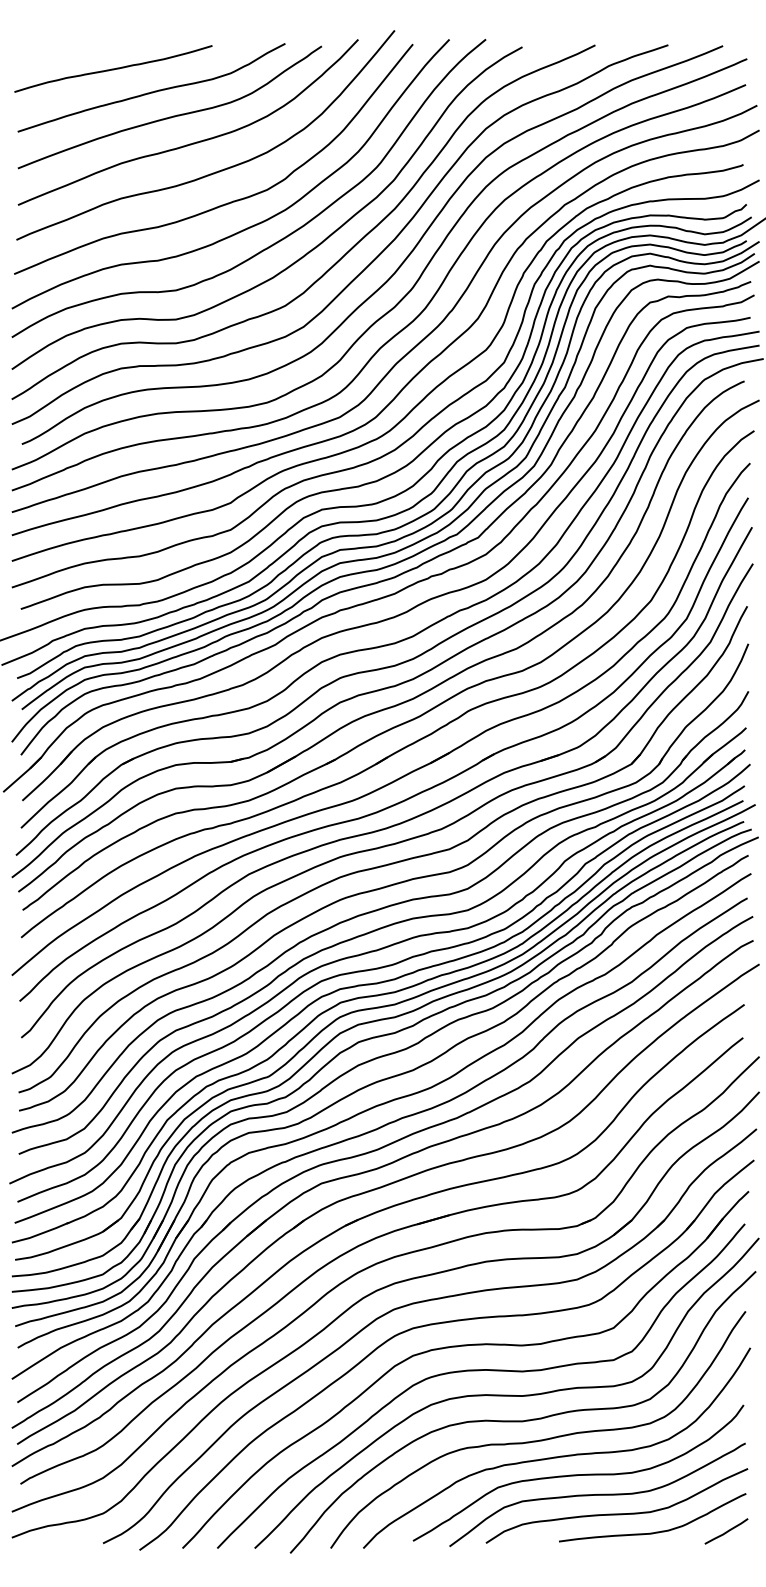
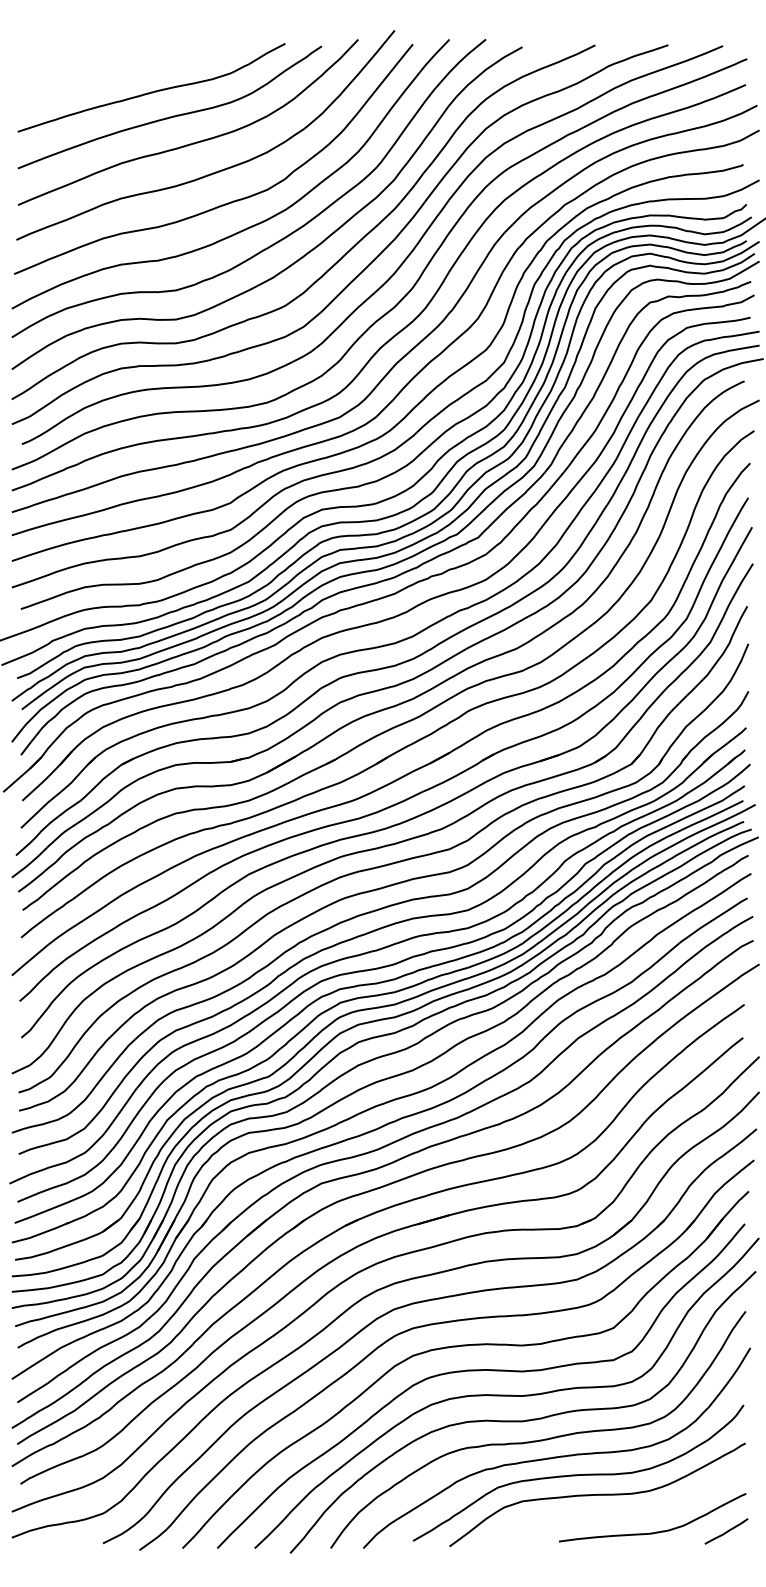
curve at (113, 68): present -> none
curve at (616, 1513): present -> none
